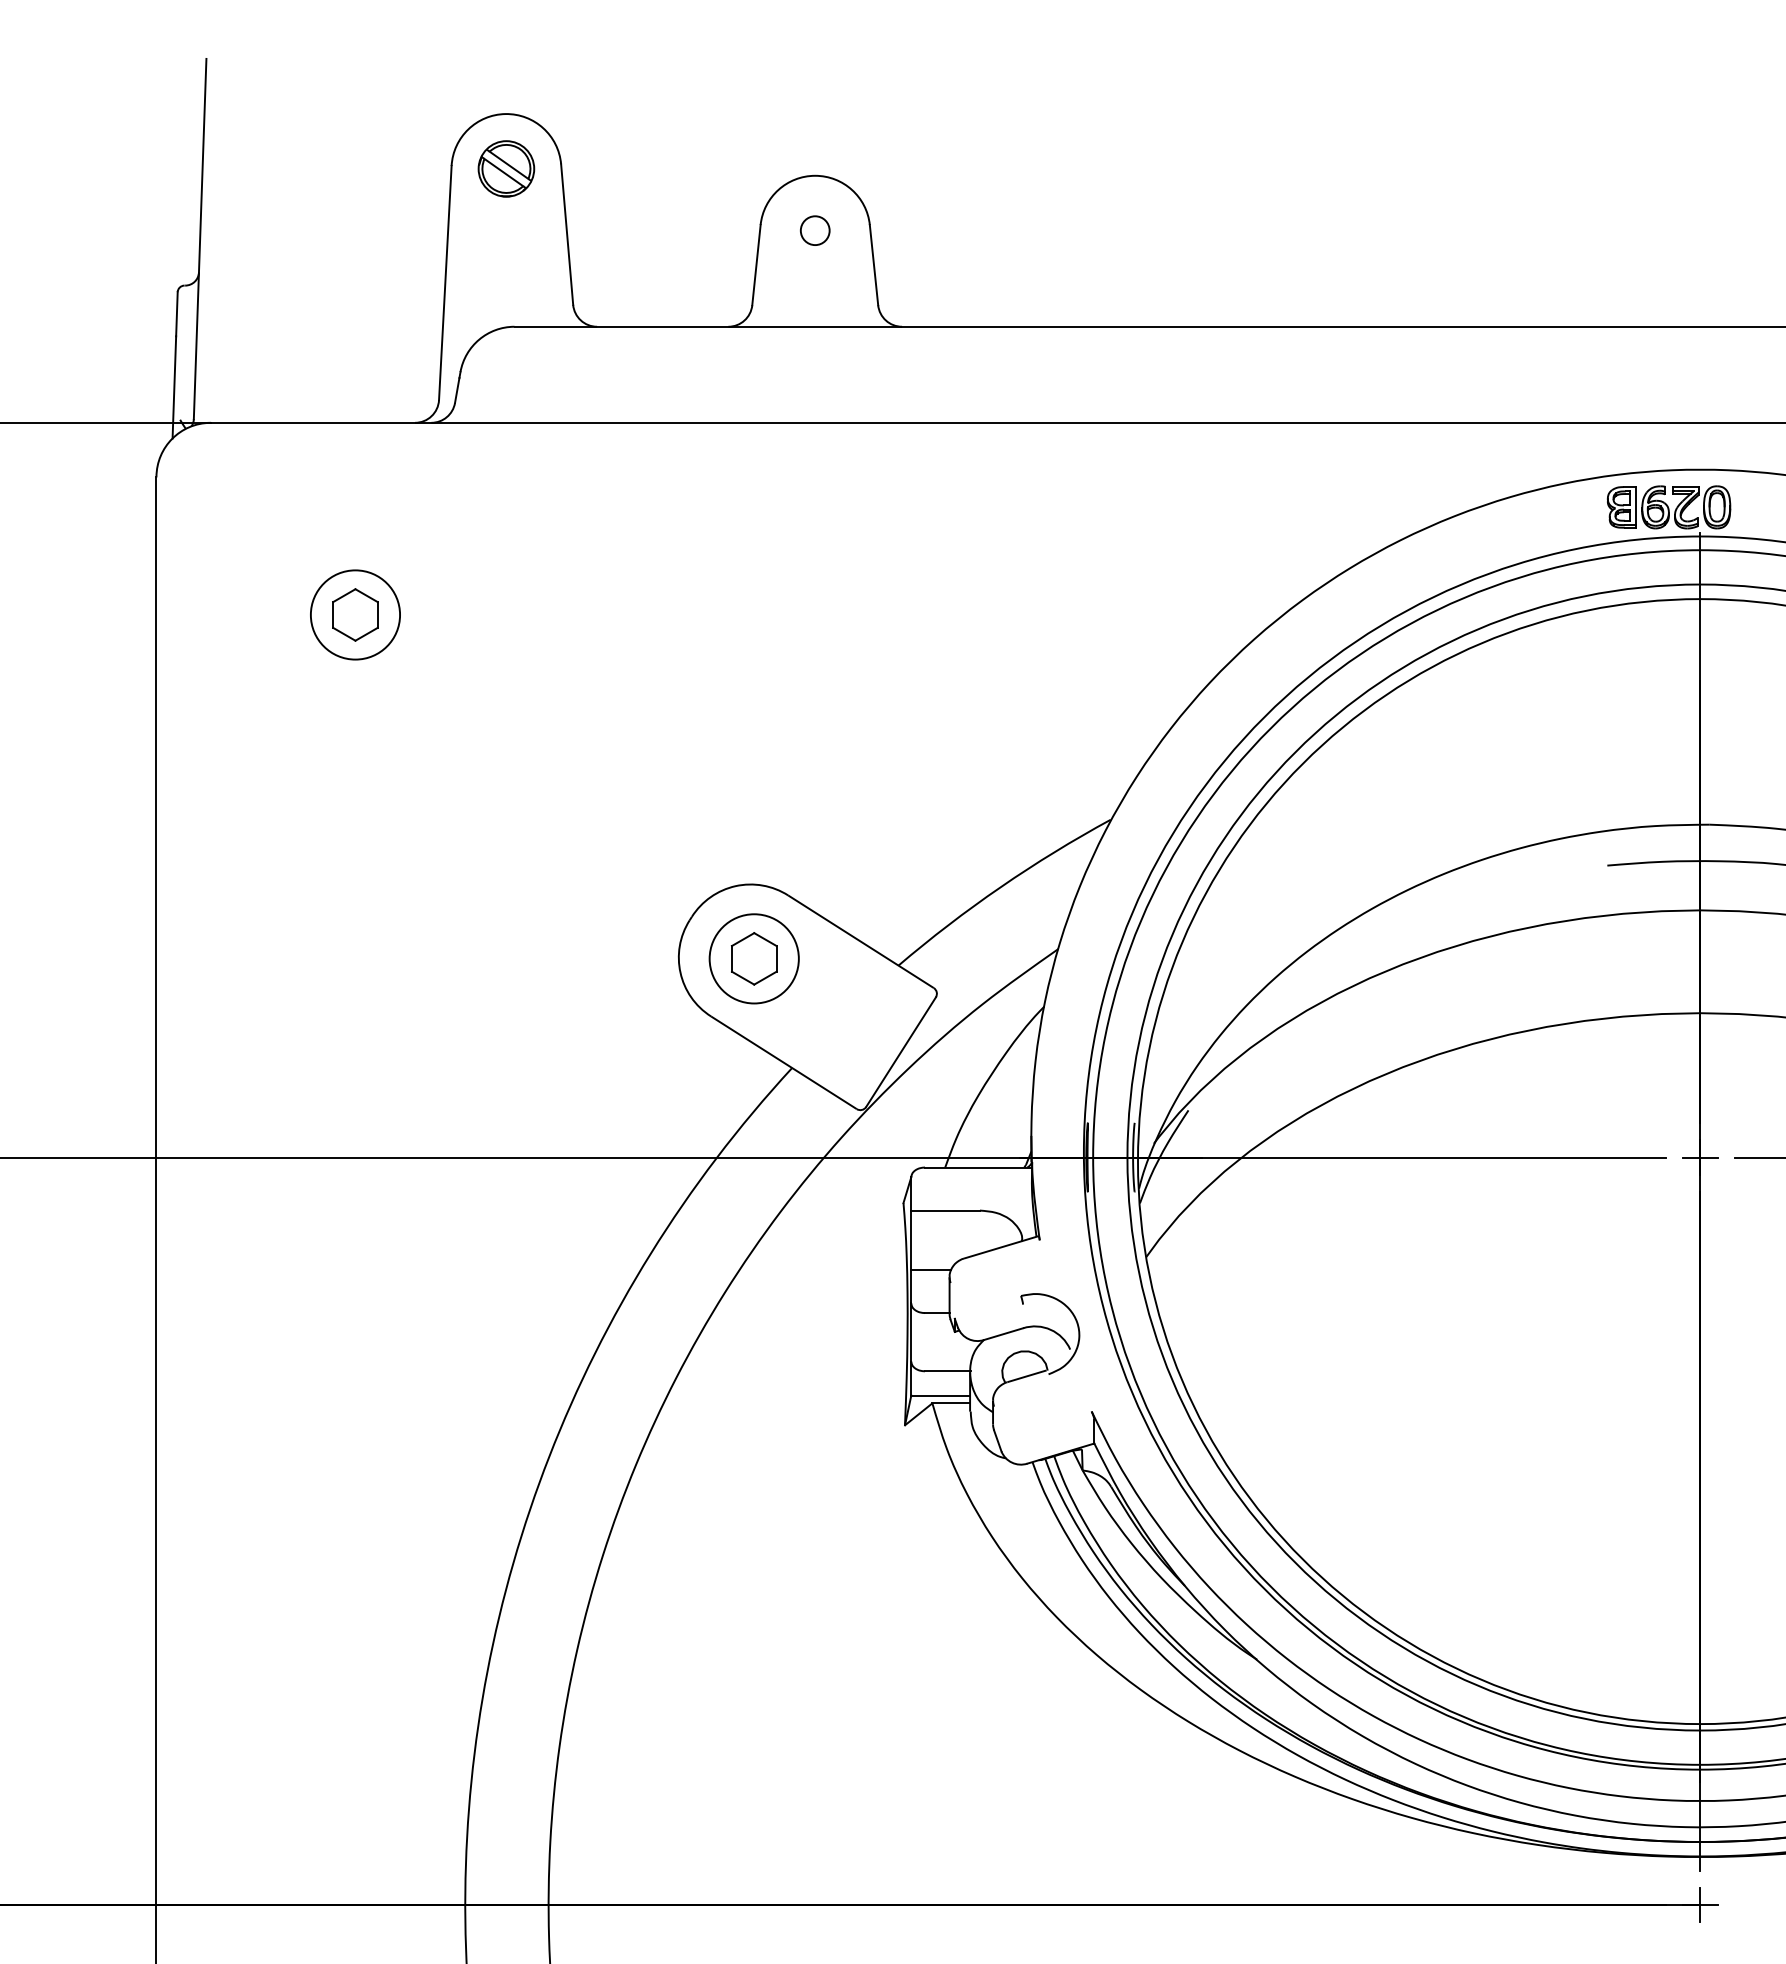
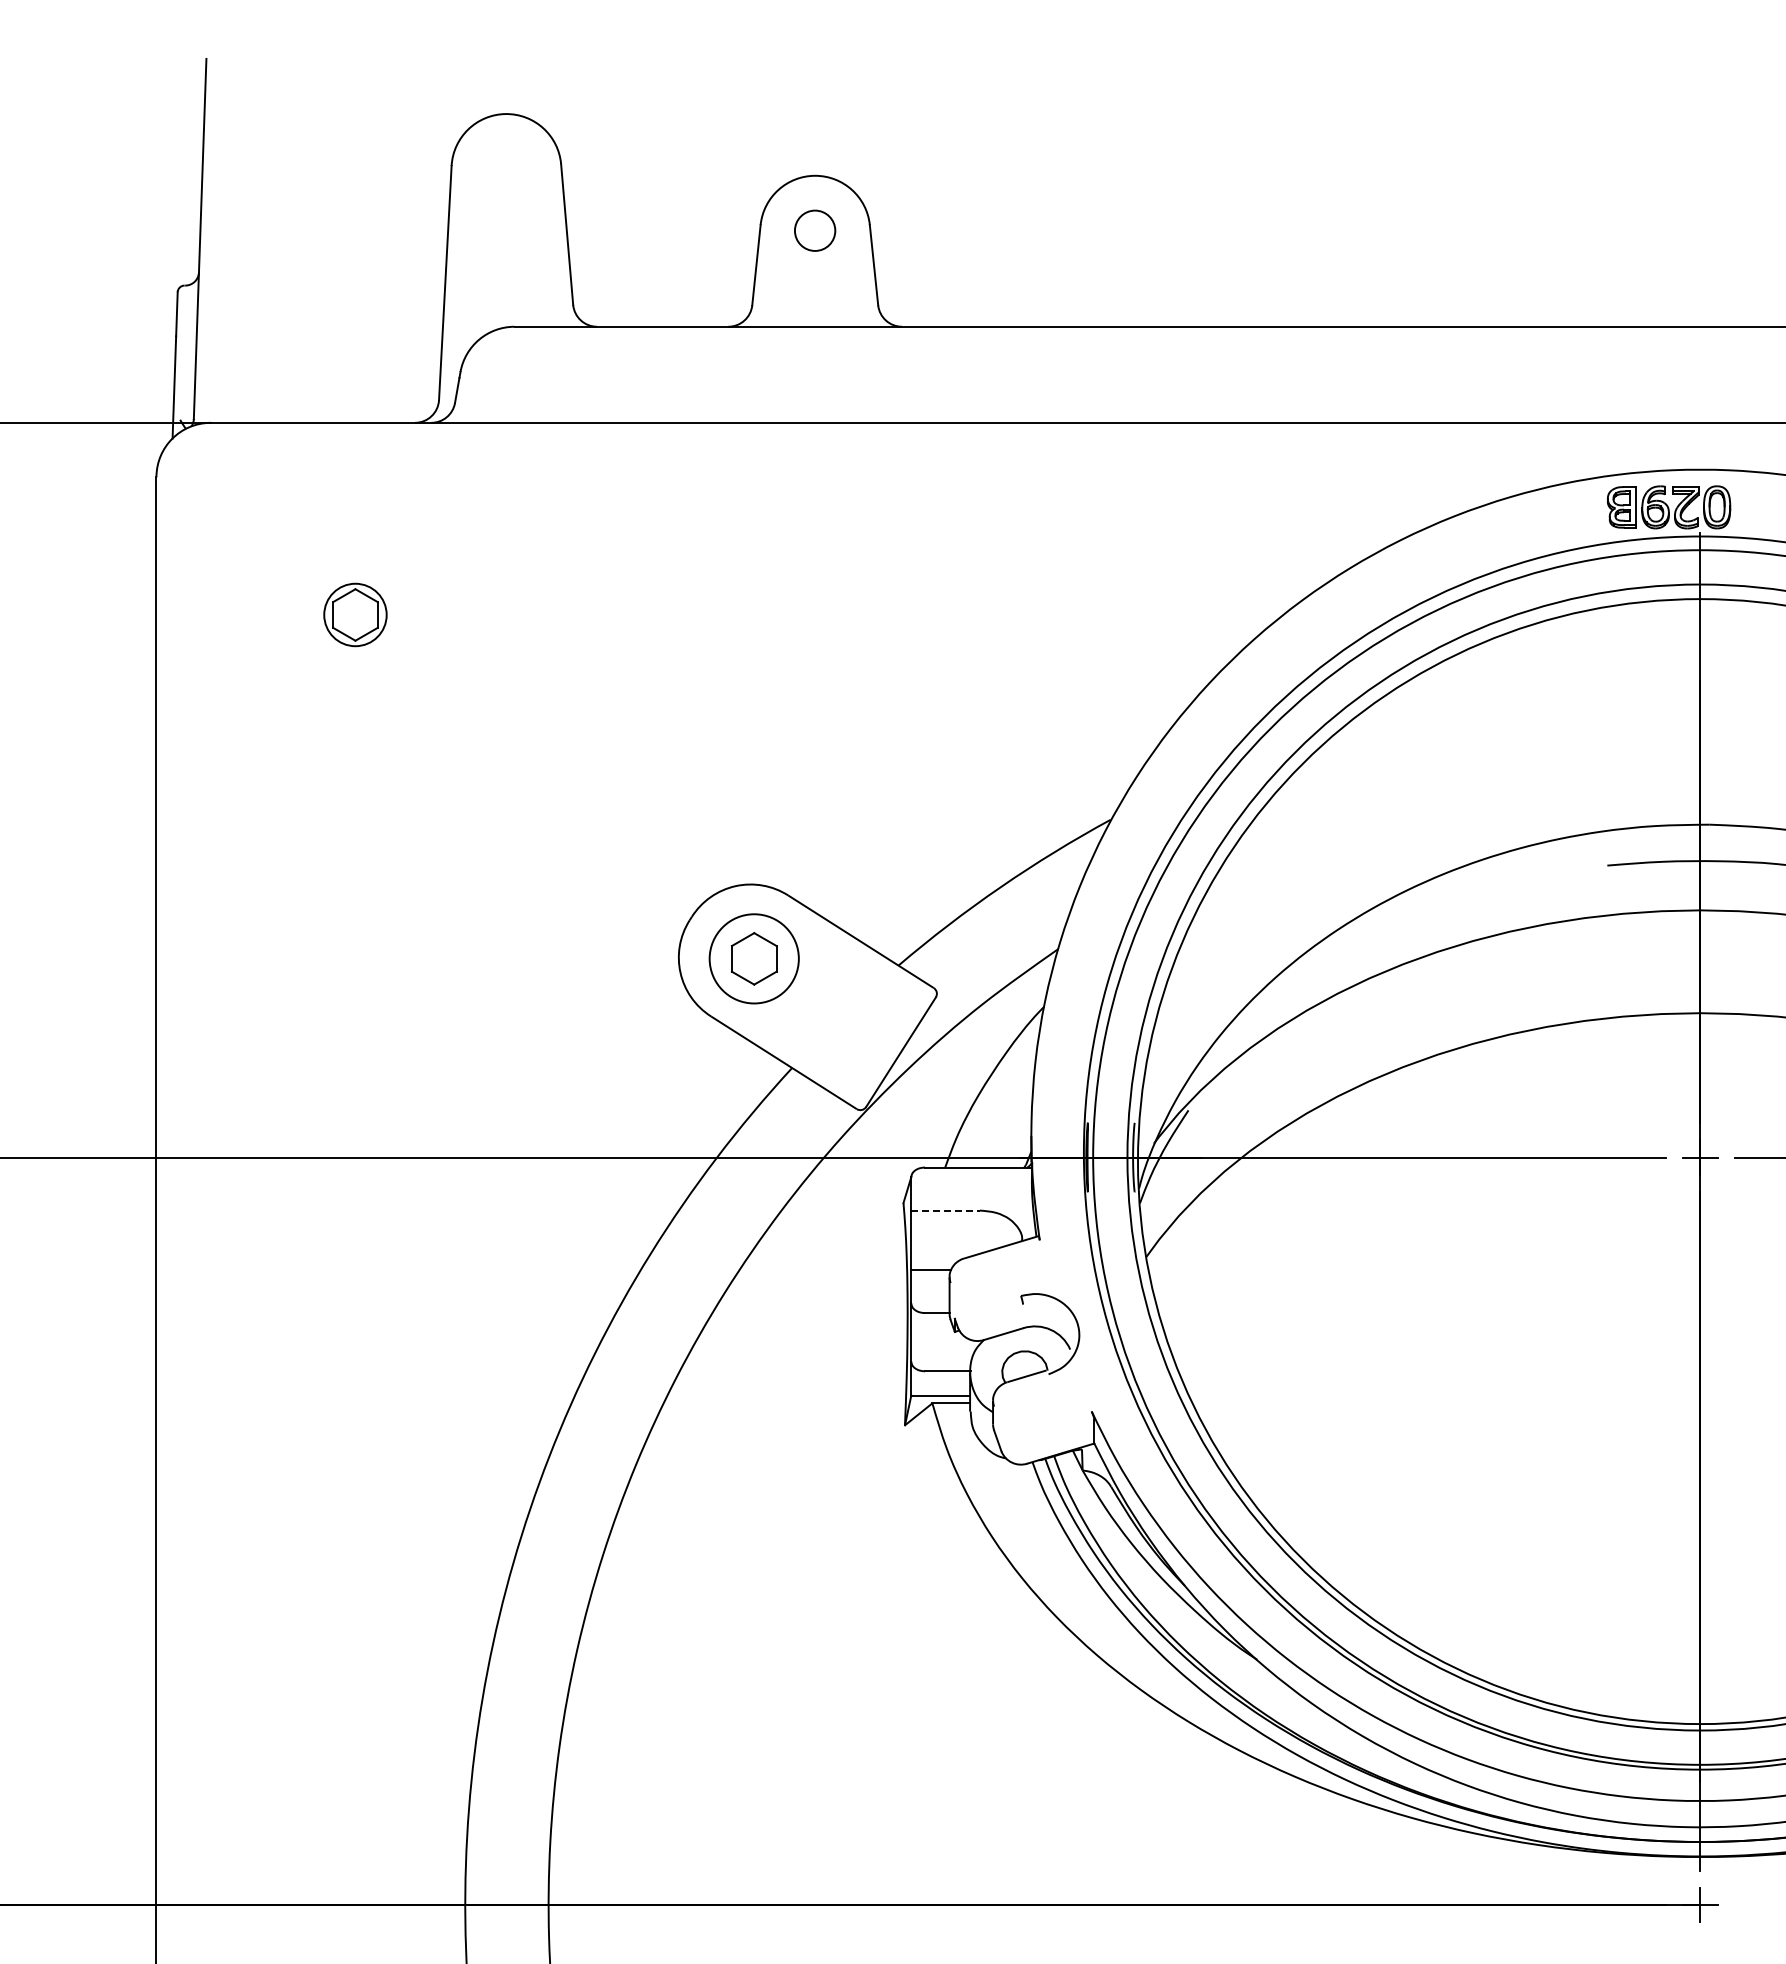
part at (506, 168): present -> none
circle at (815, 230) size: 31x31 px -> 43x43 px
circle at (355, 614) diameter: 89 px -> 62 px
line at (946, 1210): solid -> dashed
